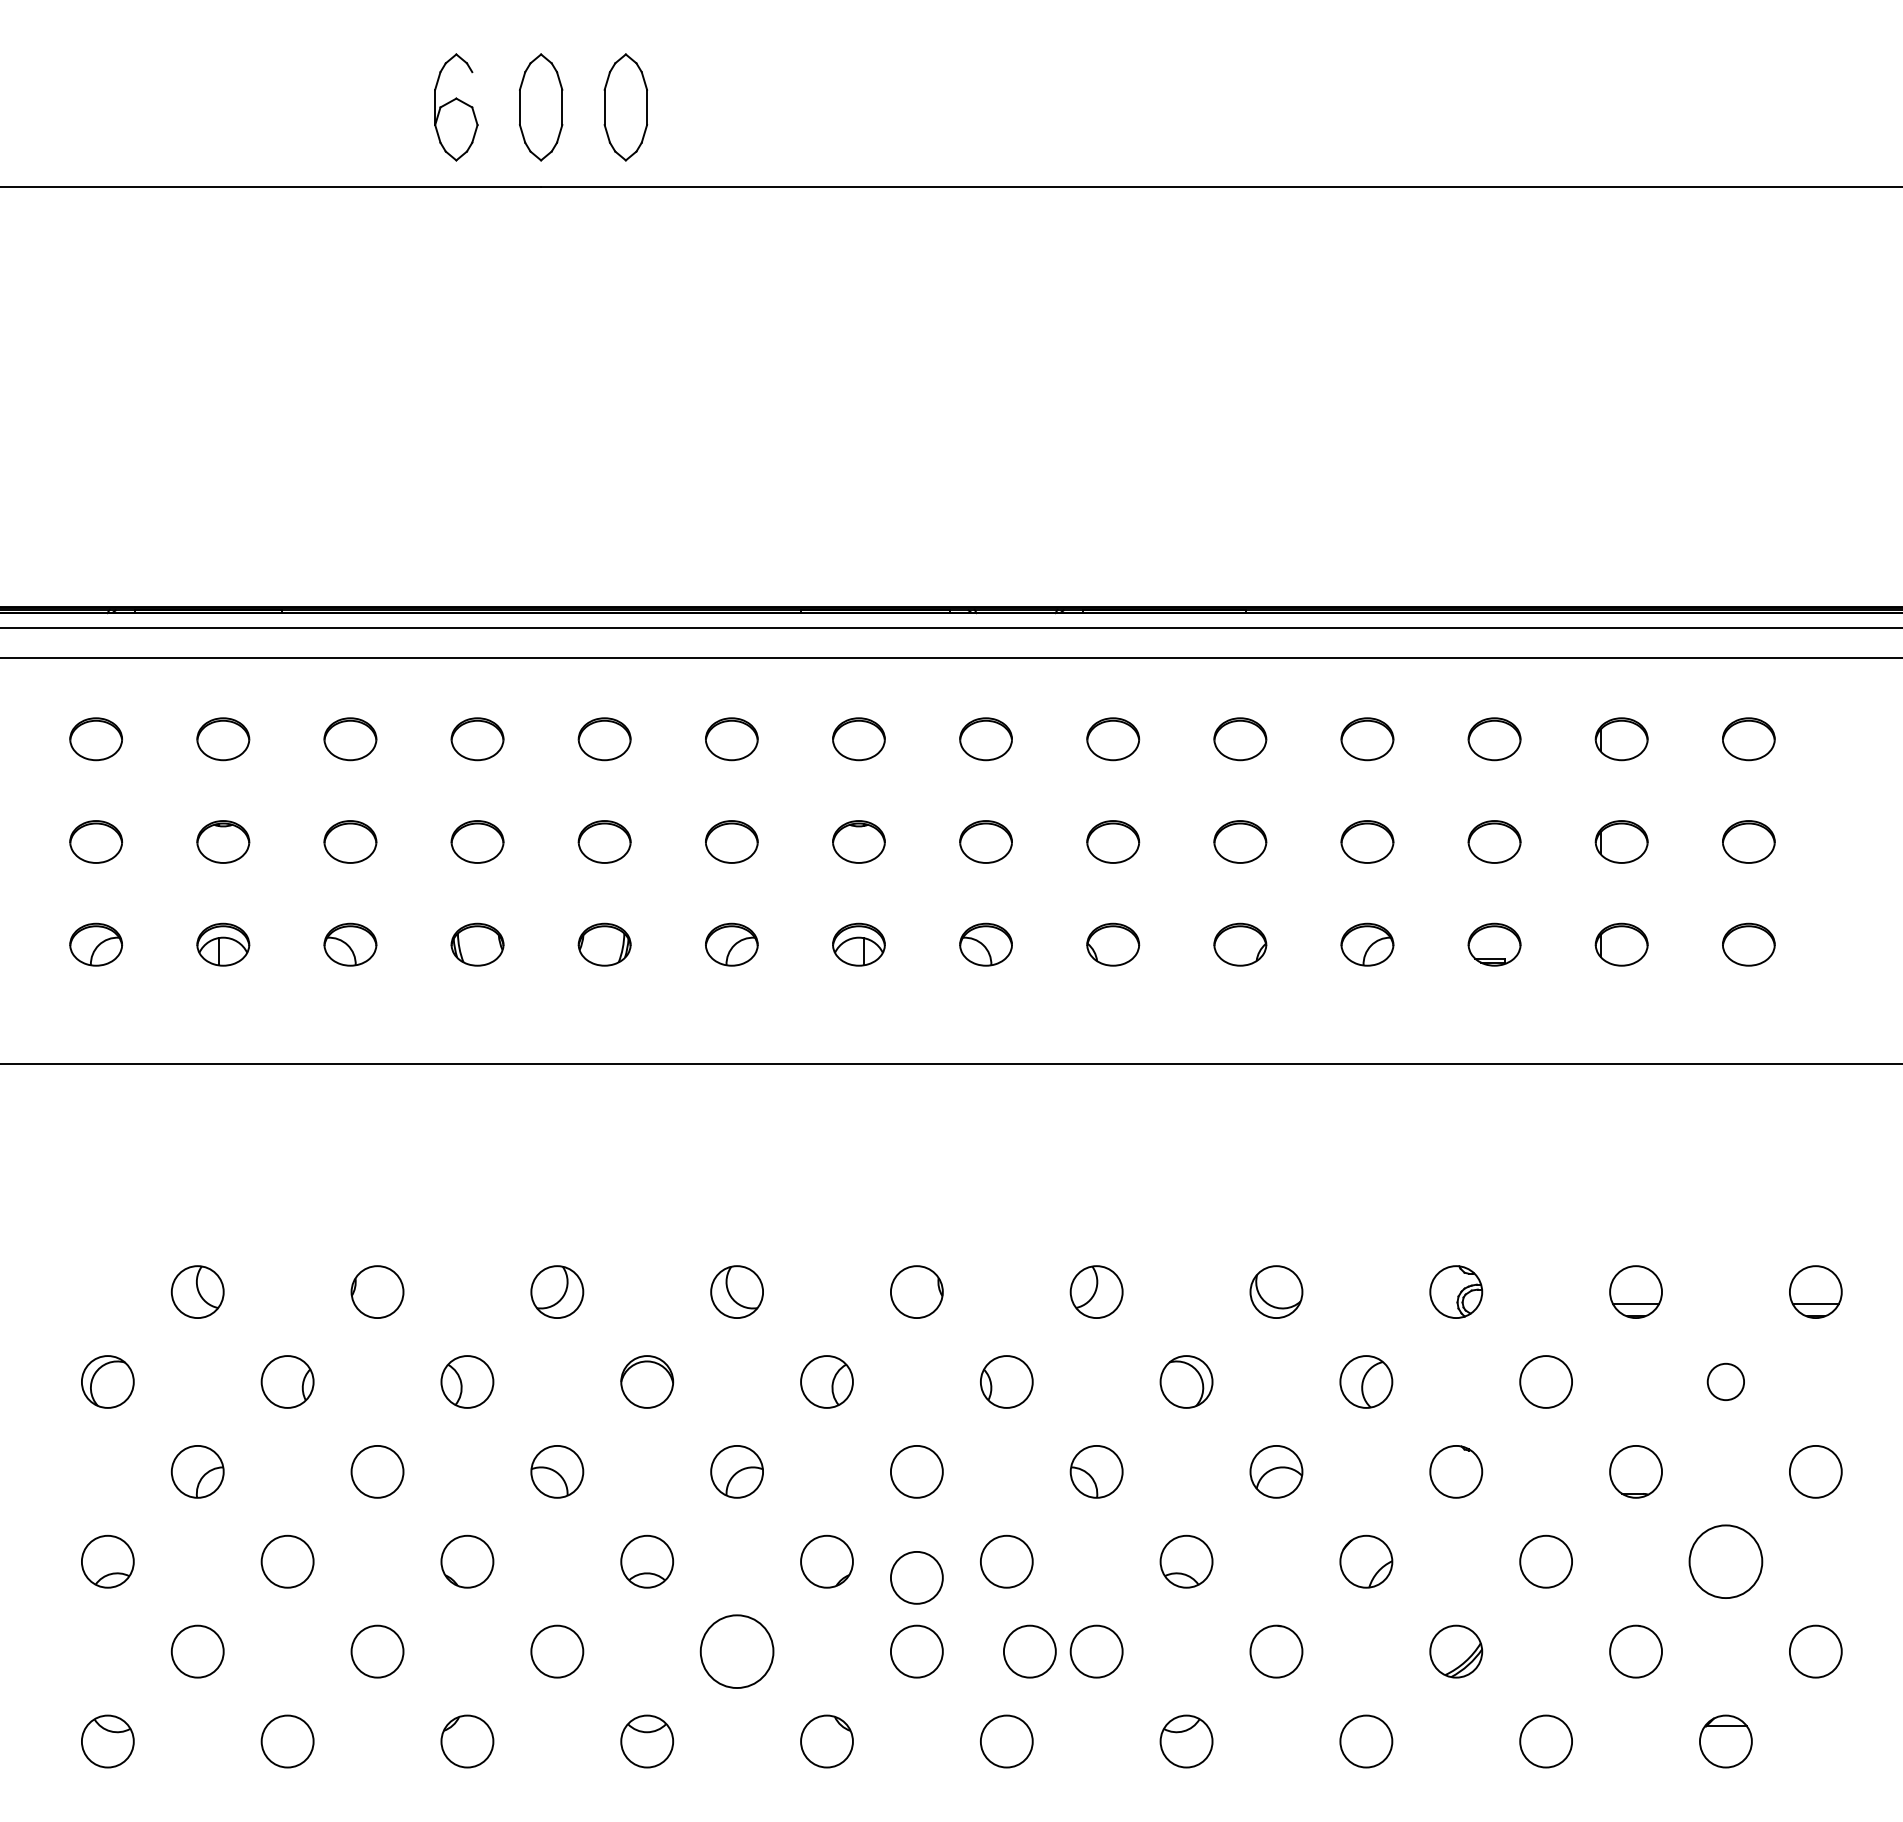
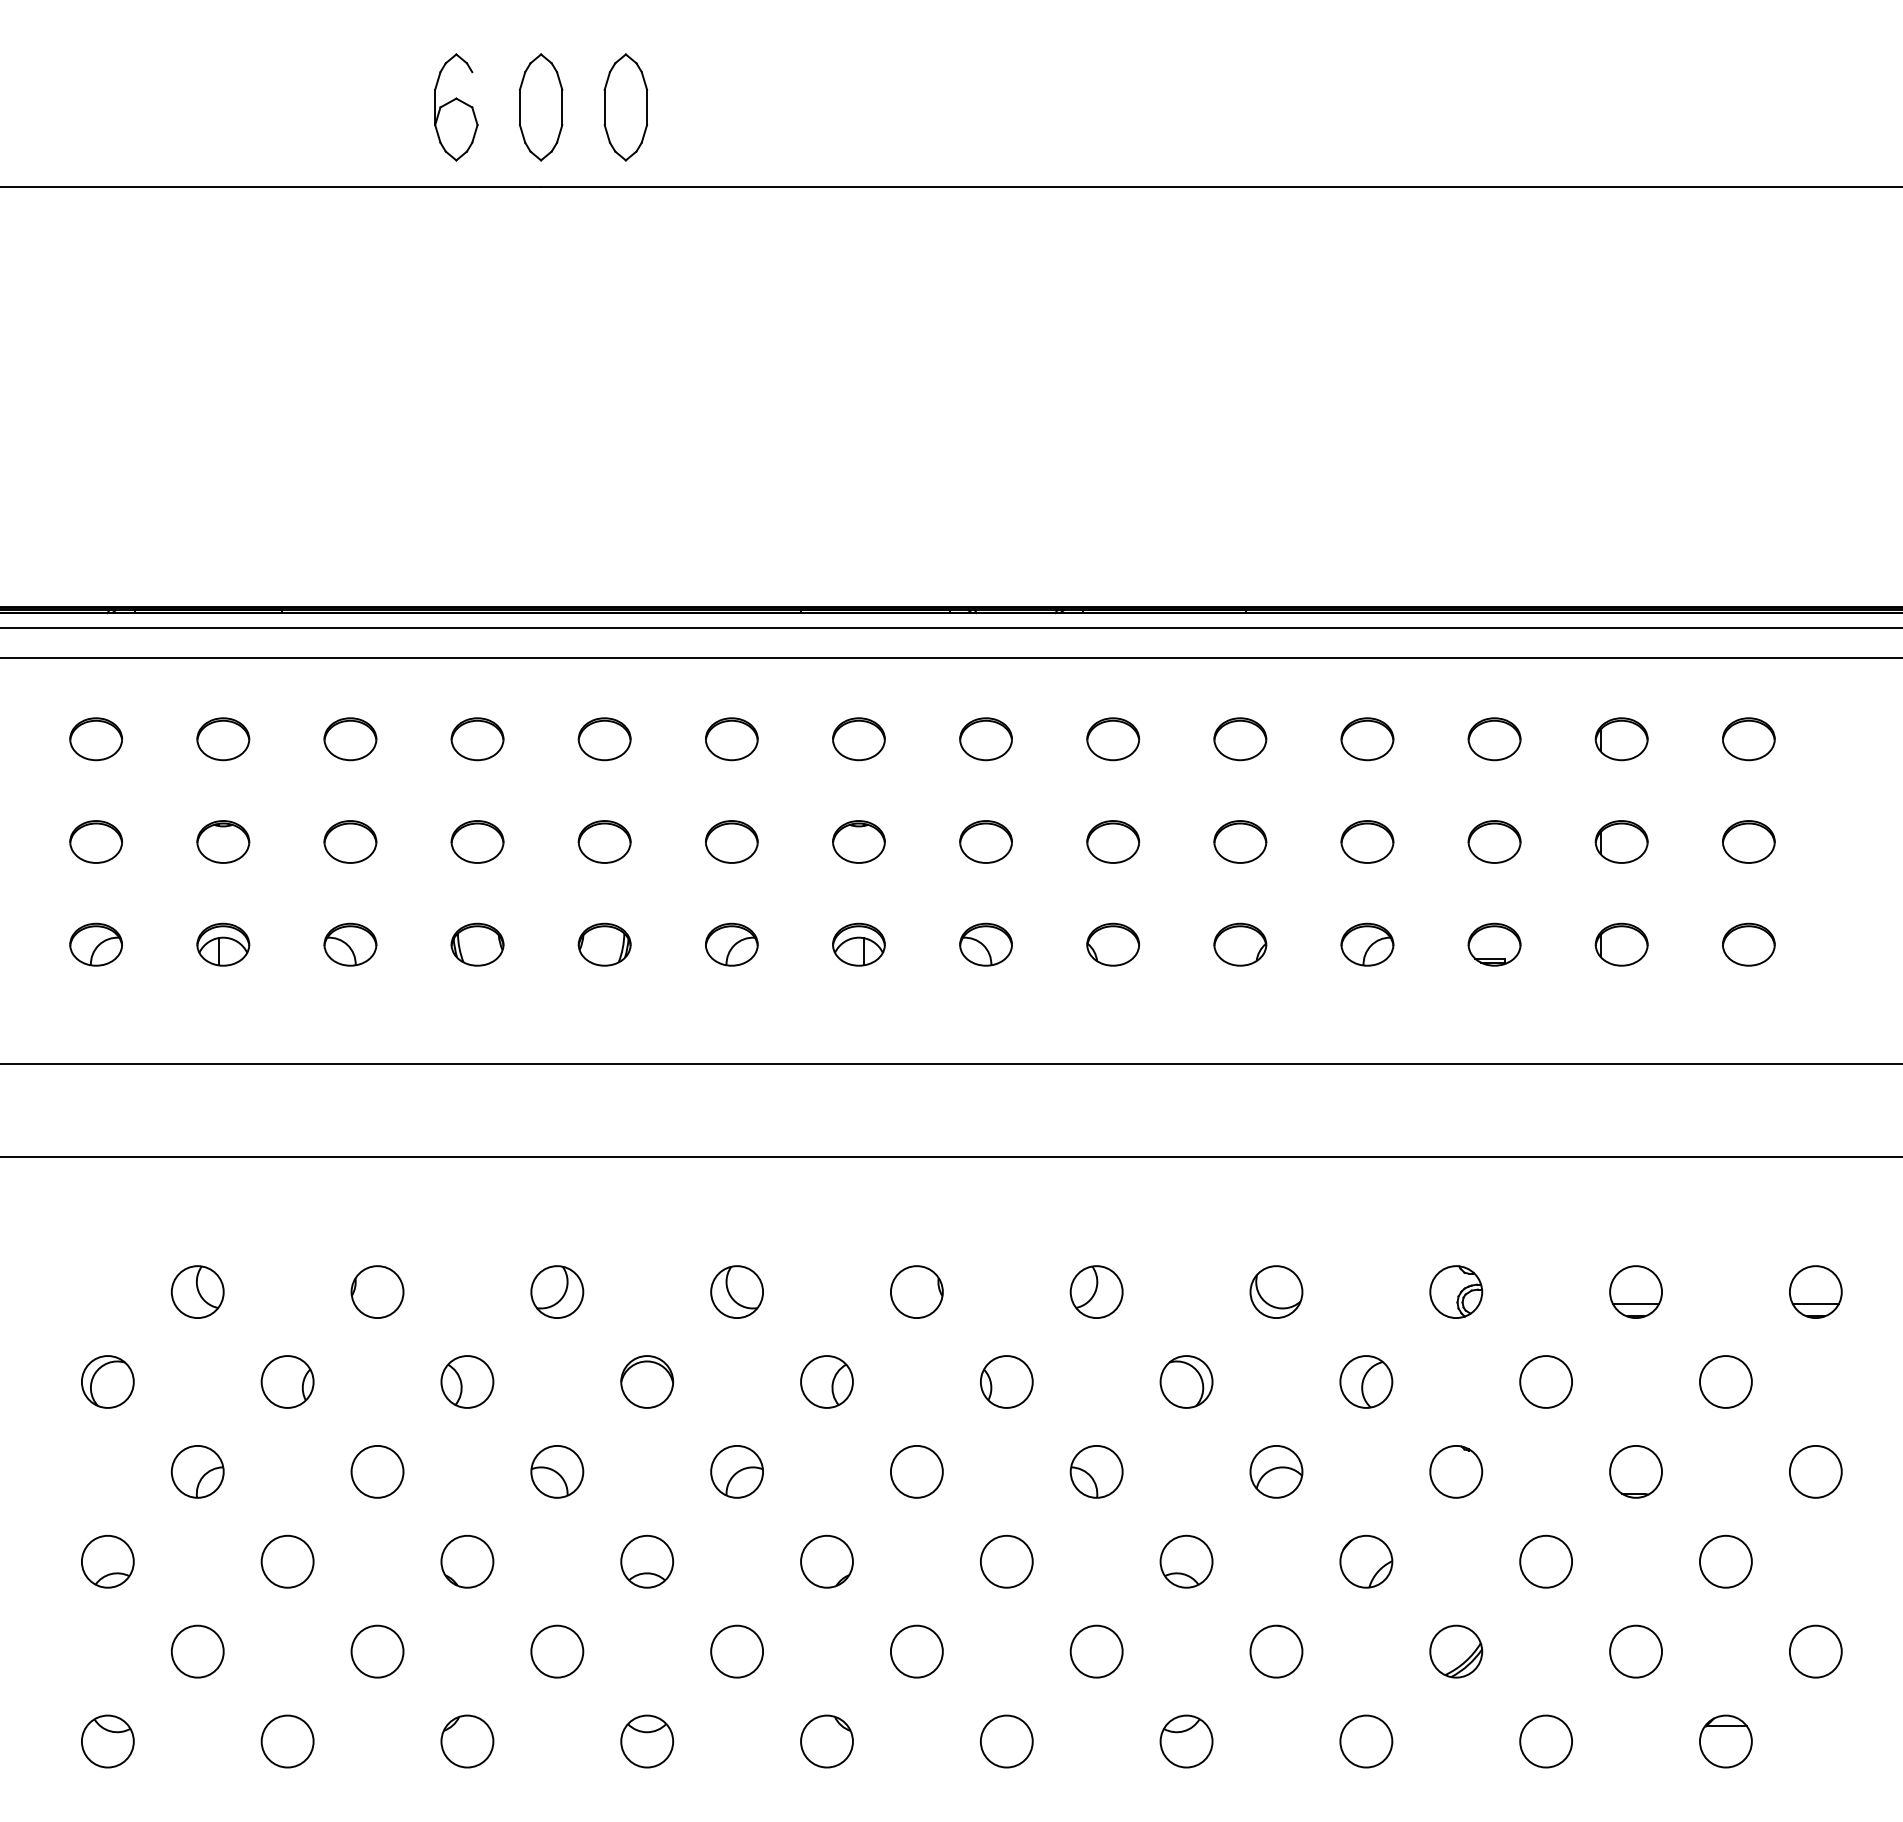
line at (950, 1157): none -> present
circle at (1725, 1381) diameter: 36 px -> 52 px
circle at (1725, 1561) diameter: 73 px -> 52 px
circle at (916, 1577): present -> none
circle at (736, 1651) diameter: 73 px -> 52 px
circle at (1029, 1651): present -> none
